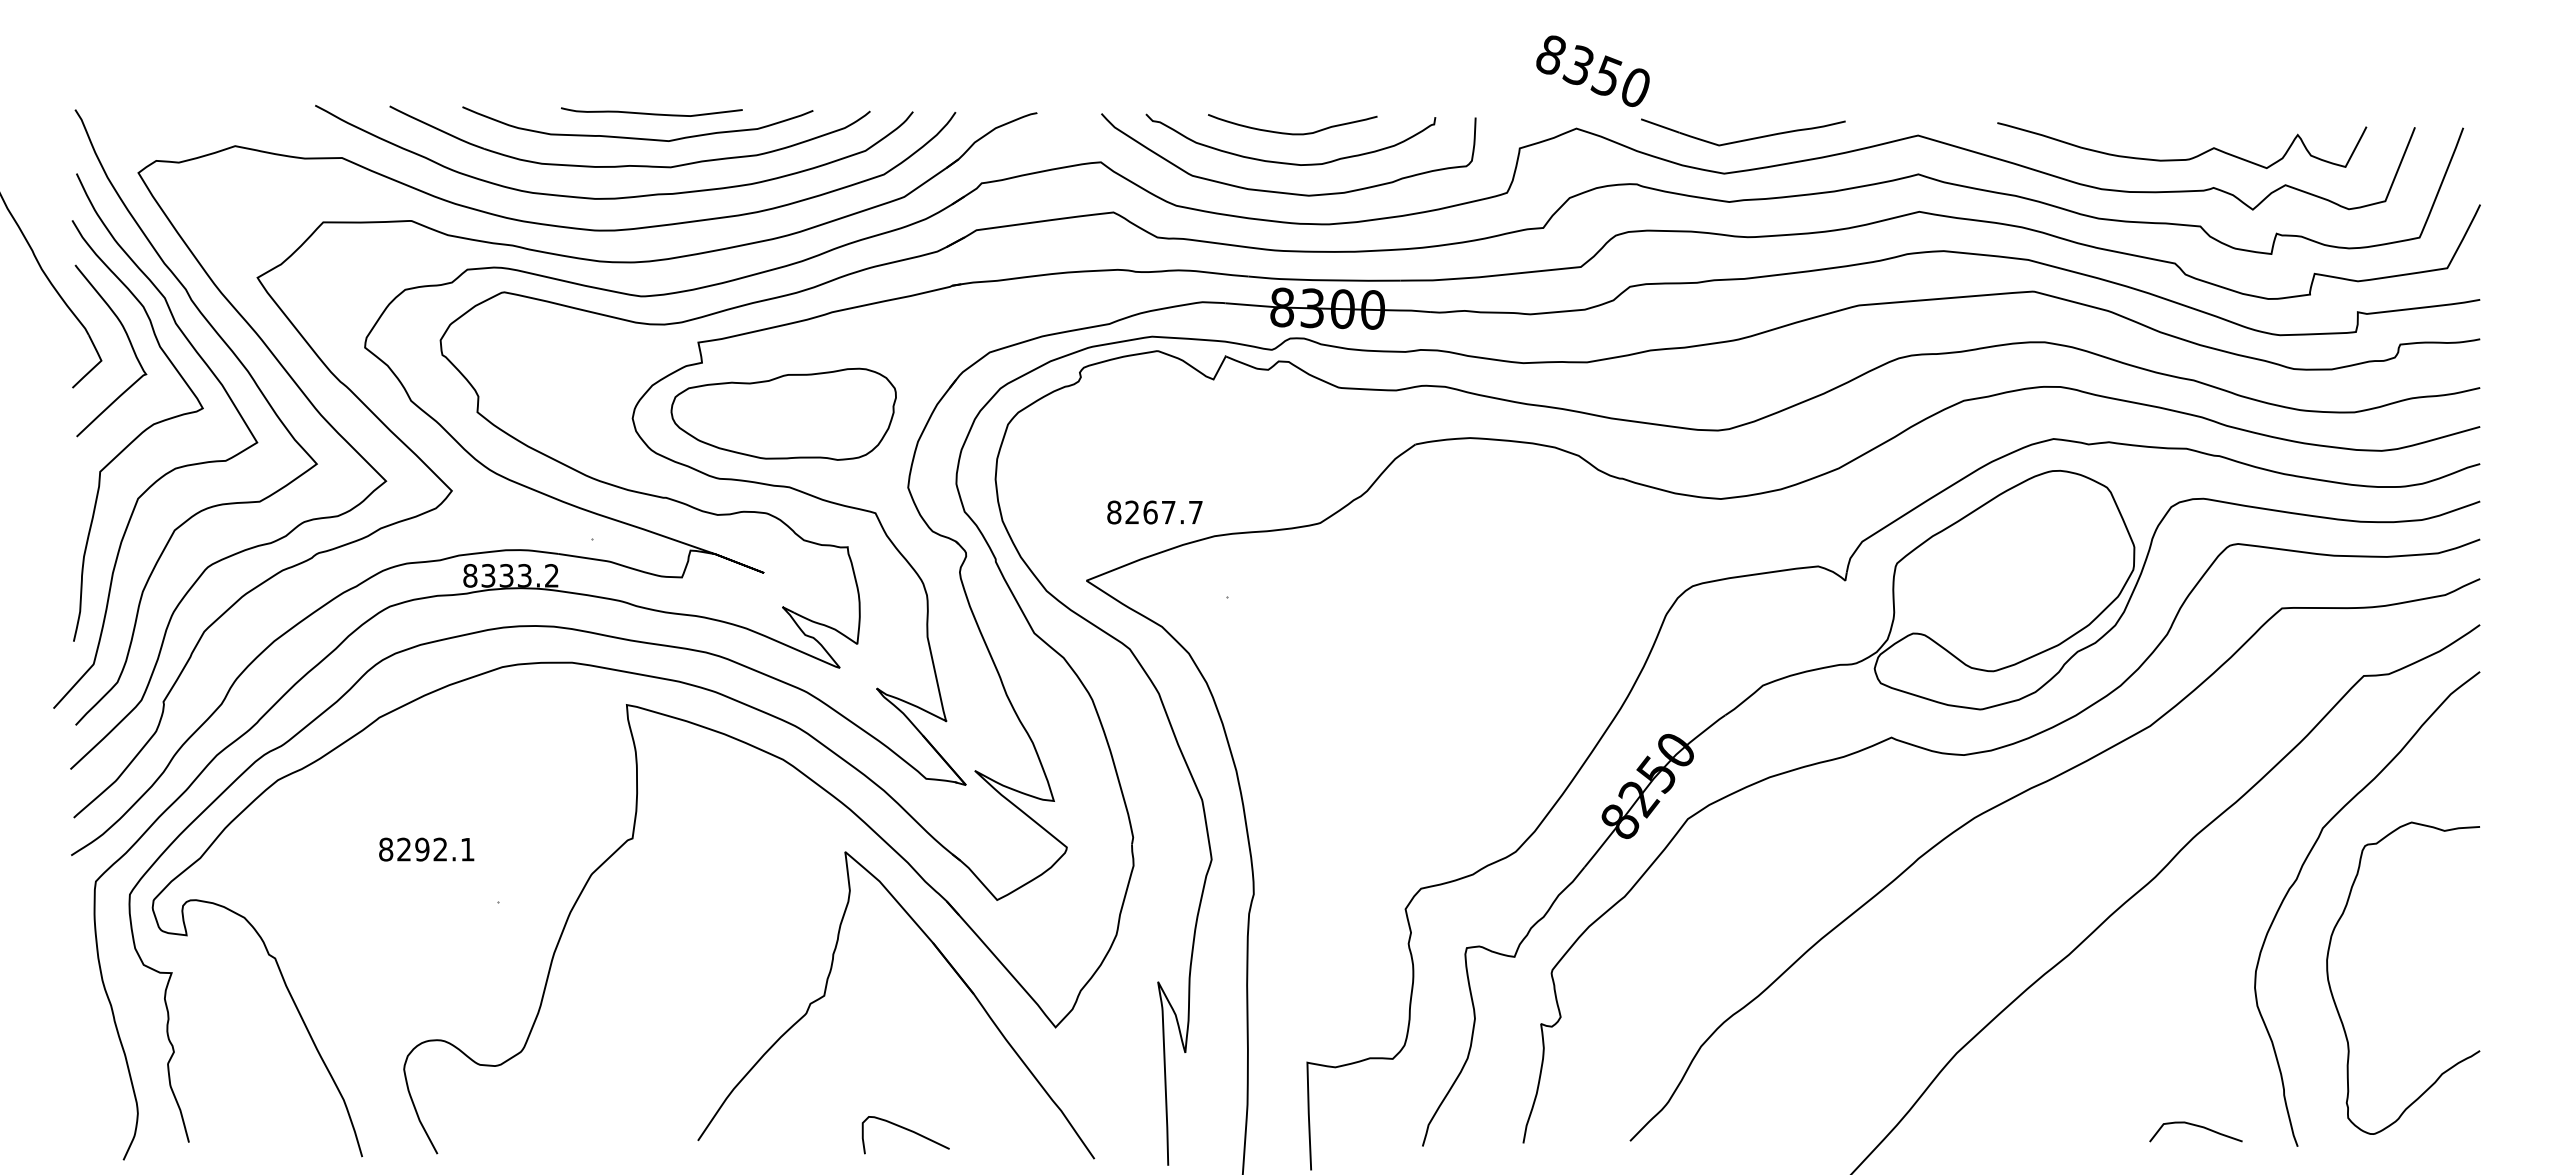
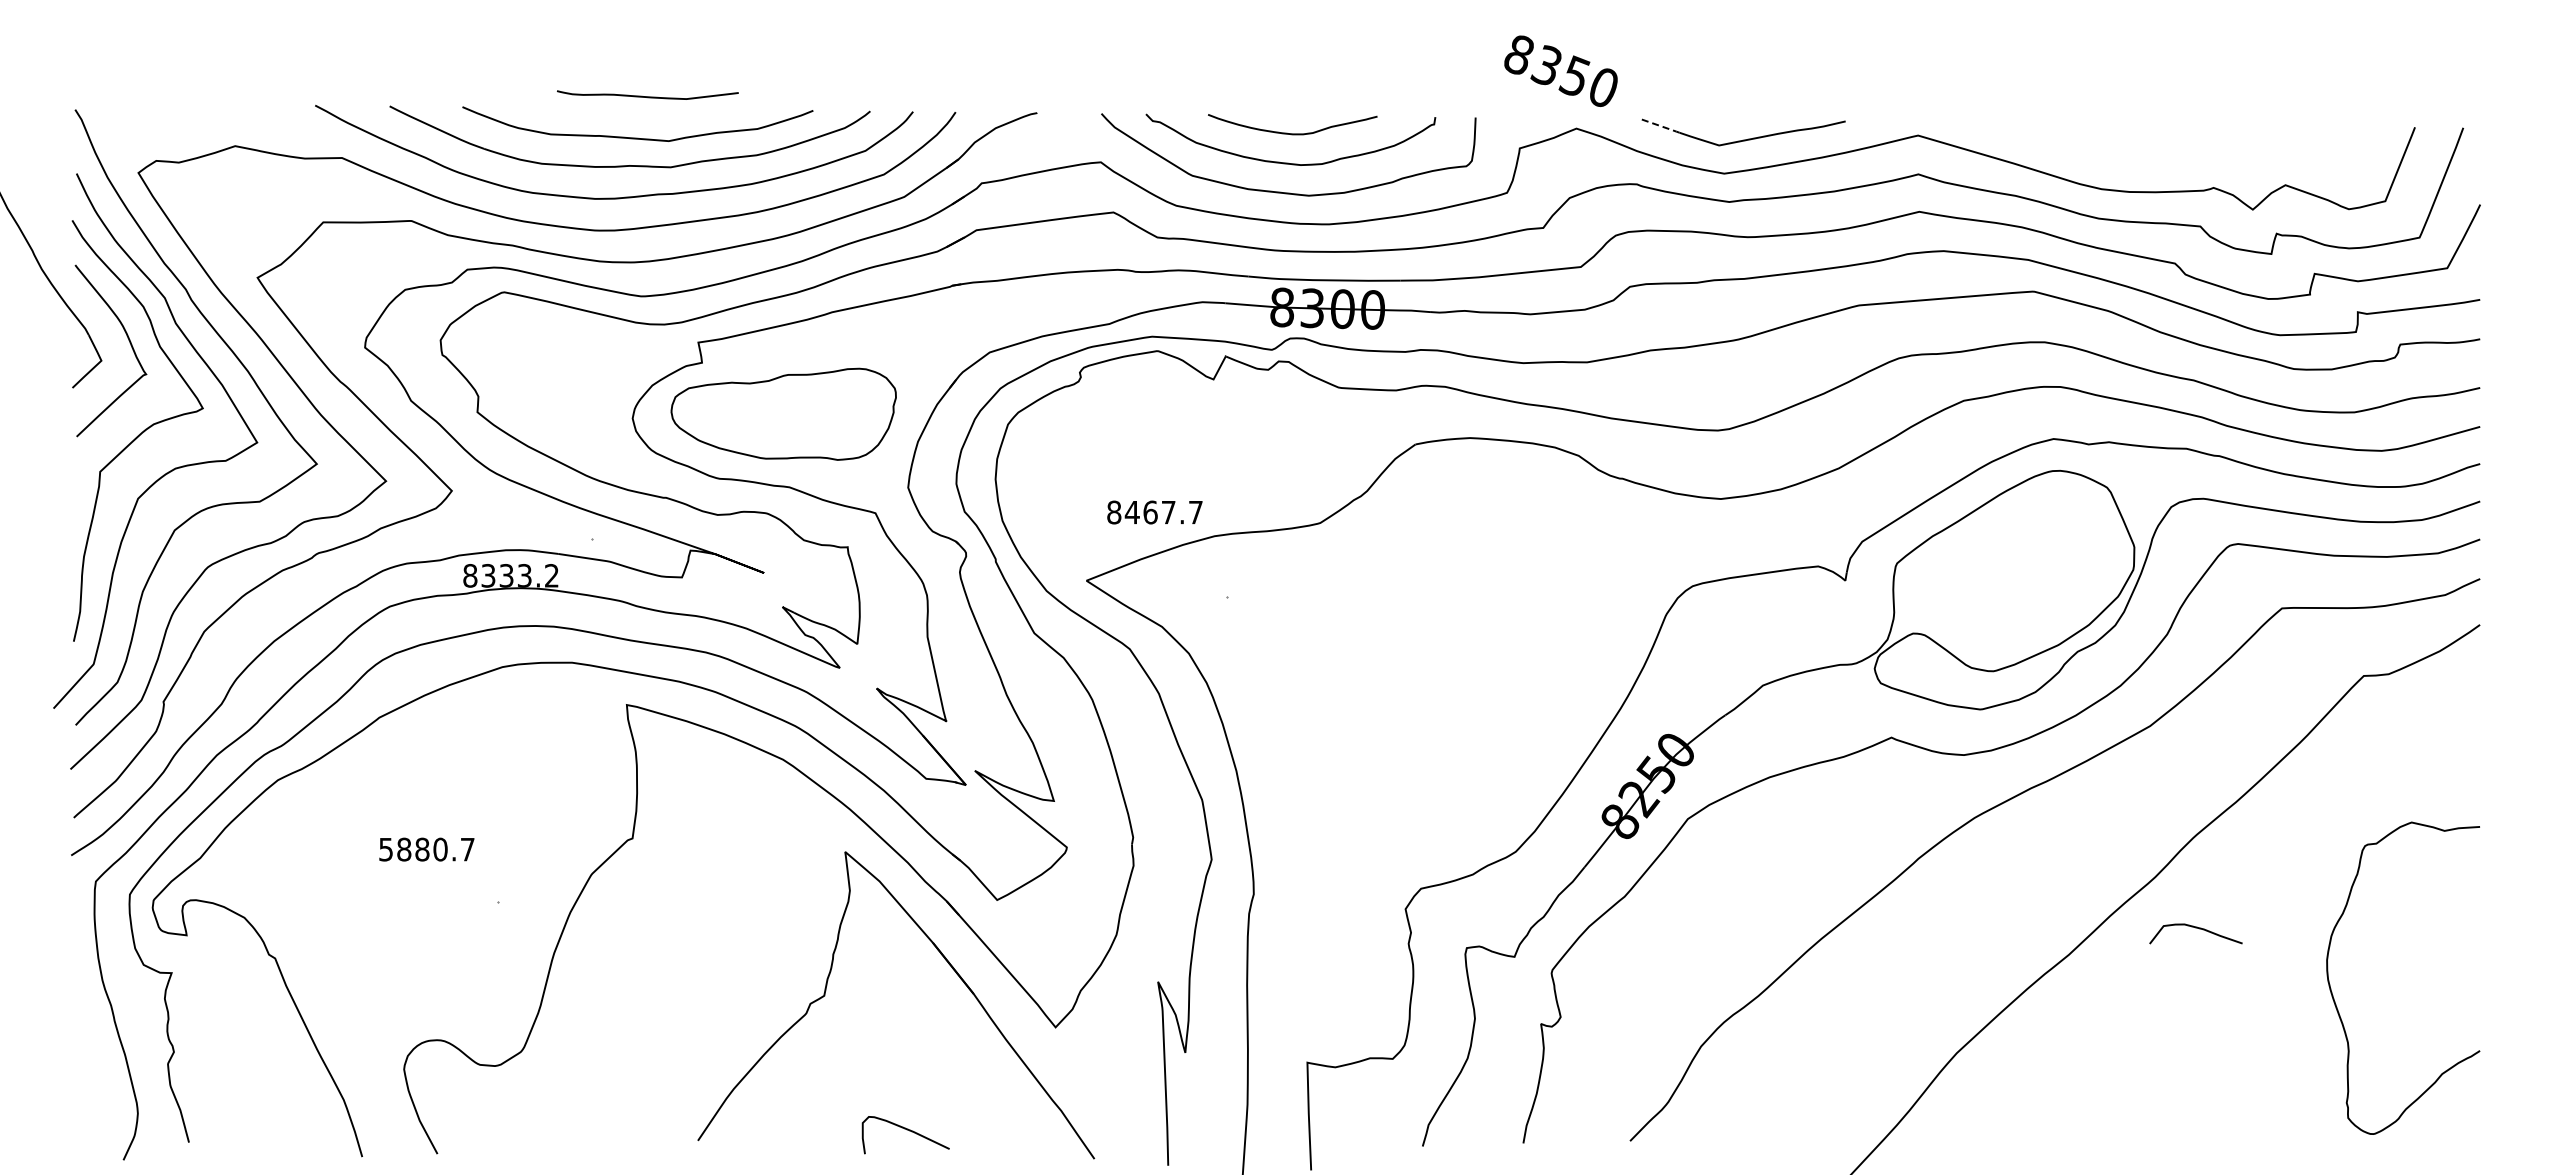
text at (1592, 70) position: (1592, 70) -> (1560, 70)
curve at (651, 113) position: (651, 113) -> (647, 96)
line at (1660, 126): solid -> dashed
curve at (2186, 158): present -> none
text at (1131, 512): 8267.7 -> 8467.7
text at (426, 849): 8292.1 -> 5880.7
curve at (2299, 875): present -> none
curve at (2195, 1126) position: (2195, 1126) -> (2195, 928)
